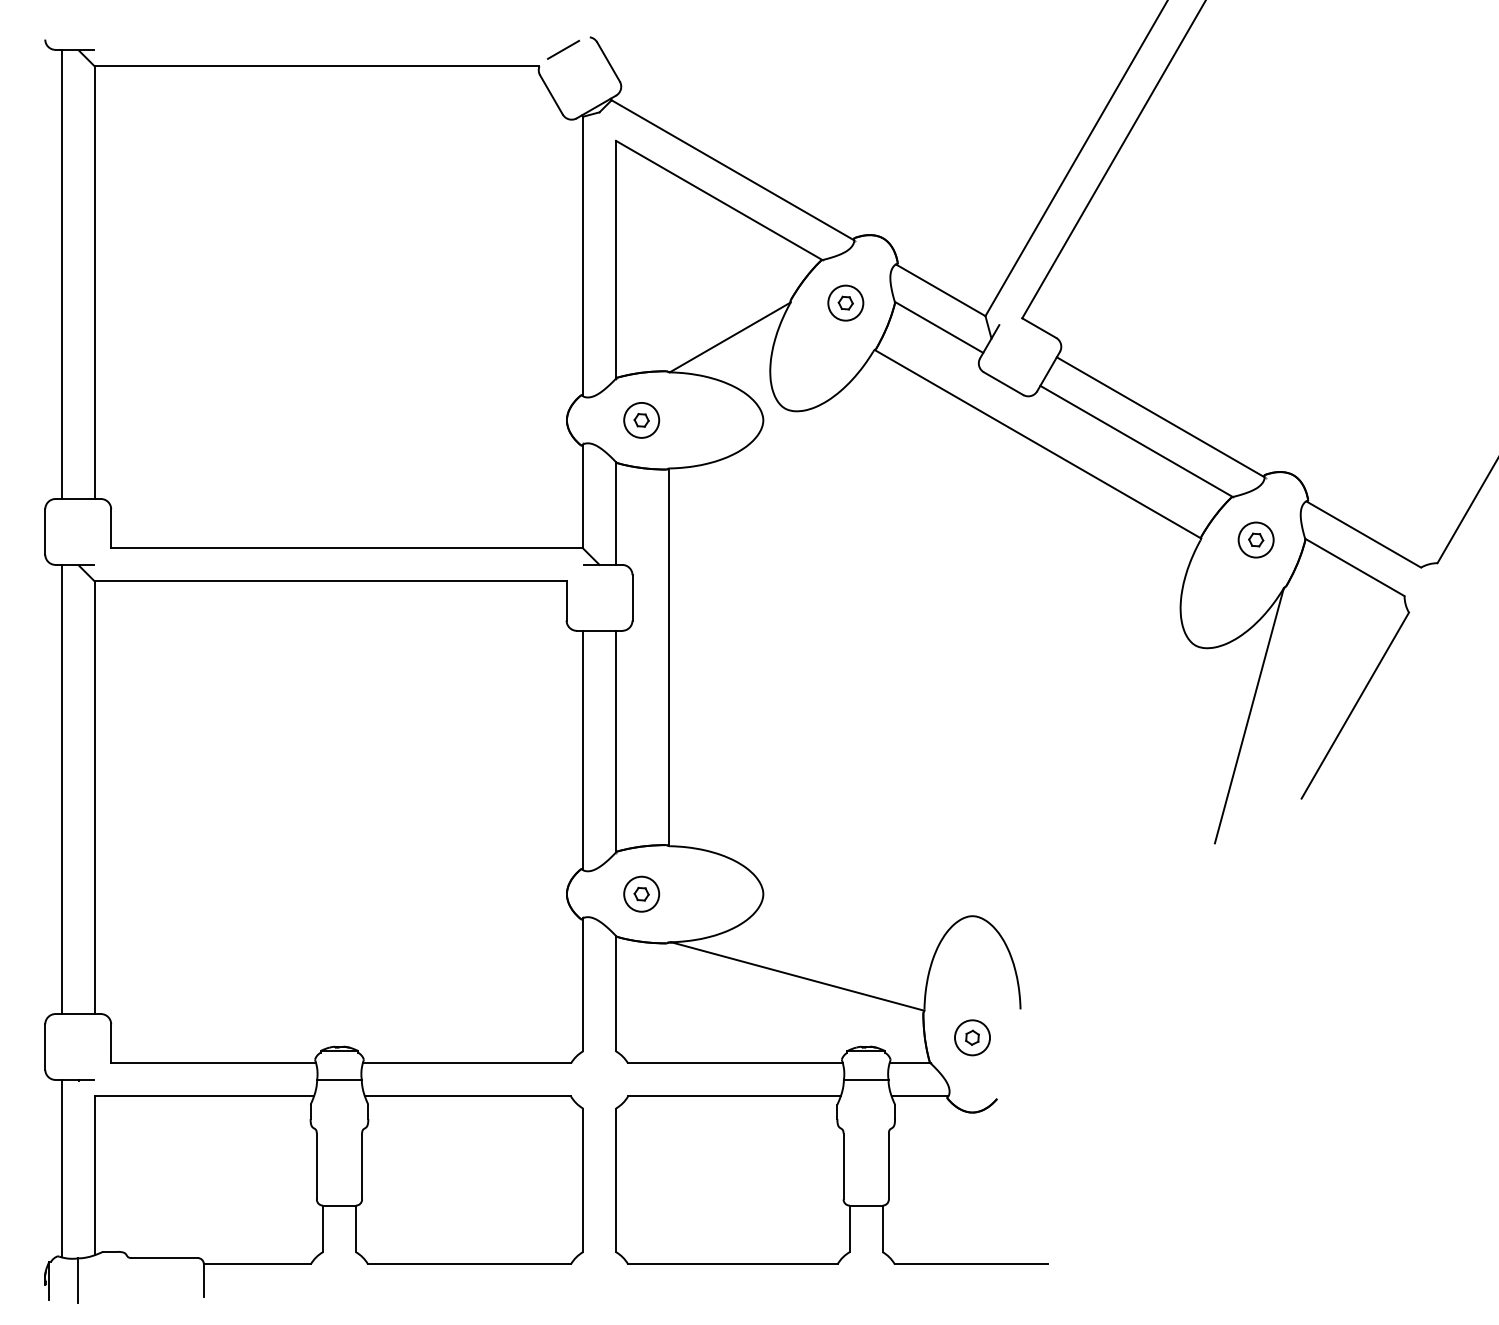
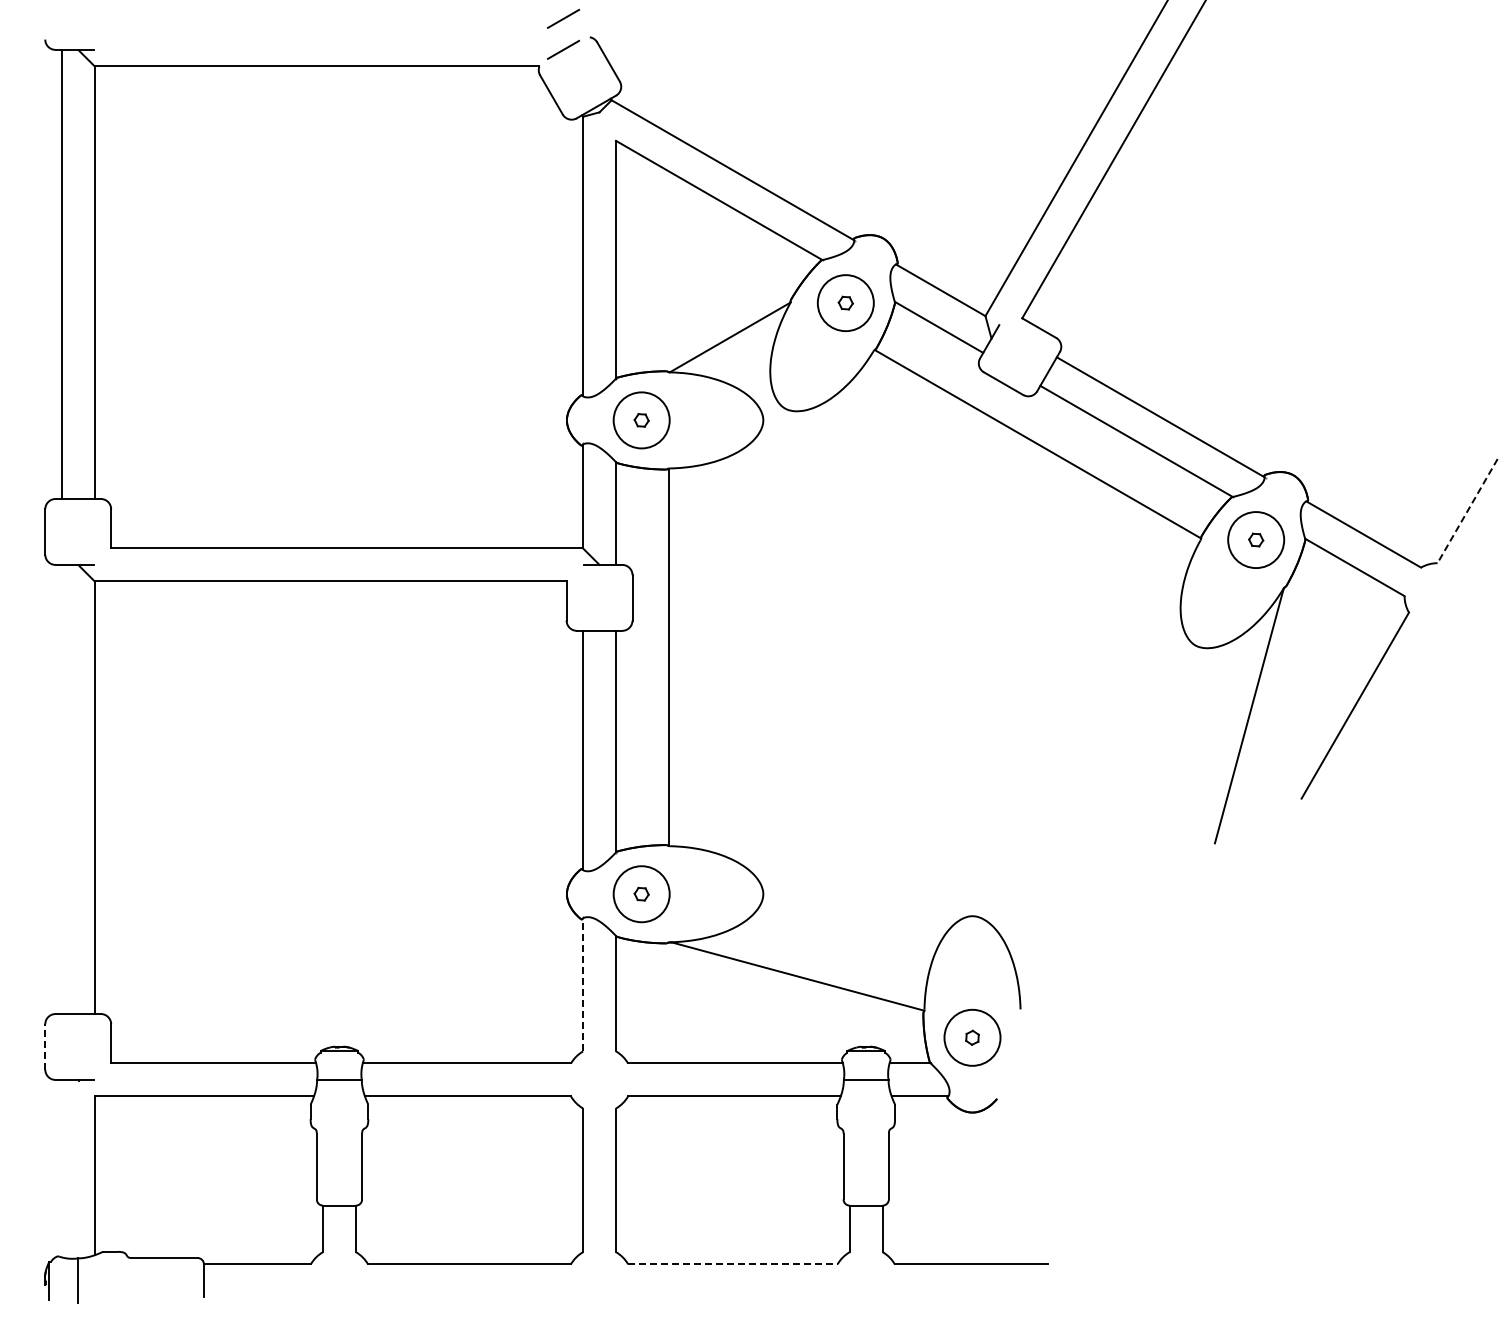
line at (563, 18): none -> present
circle at (845, 302) diameter: 35 px -> 56 px
circle at (641, 419) diameter: 35 px -> 56 px
line at (1467, 510): solid -> dashed
circle at (1255, 539) diameter: 35 px -> 56 px
line at (61, 789): present -> none
circle at (641, 893) diameter: 35 px -> 56 px
line at (583, 984): solid -> dashed
circle at (972, 1037) diameter: 35 px -> 56 px
line at (45, 1046): solid -> dashed
line at (61, 1168): present -> none
line at (732, 1264): solid -> dashed
